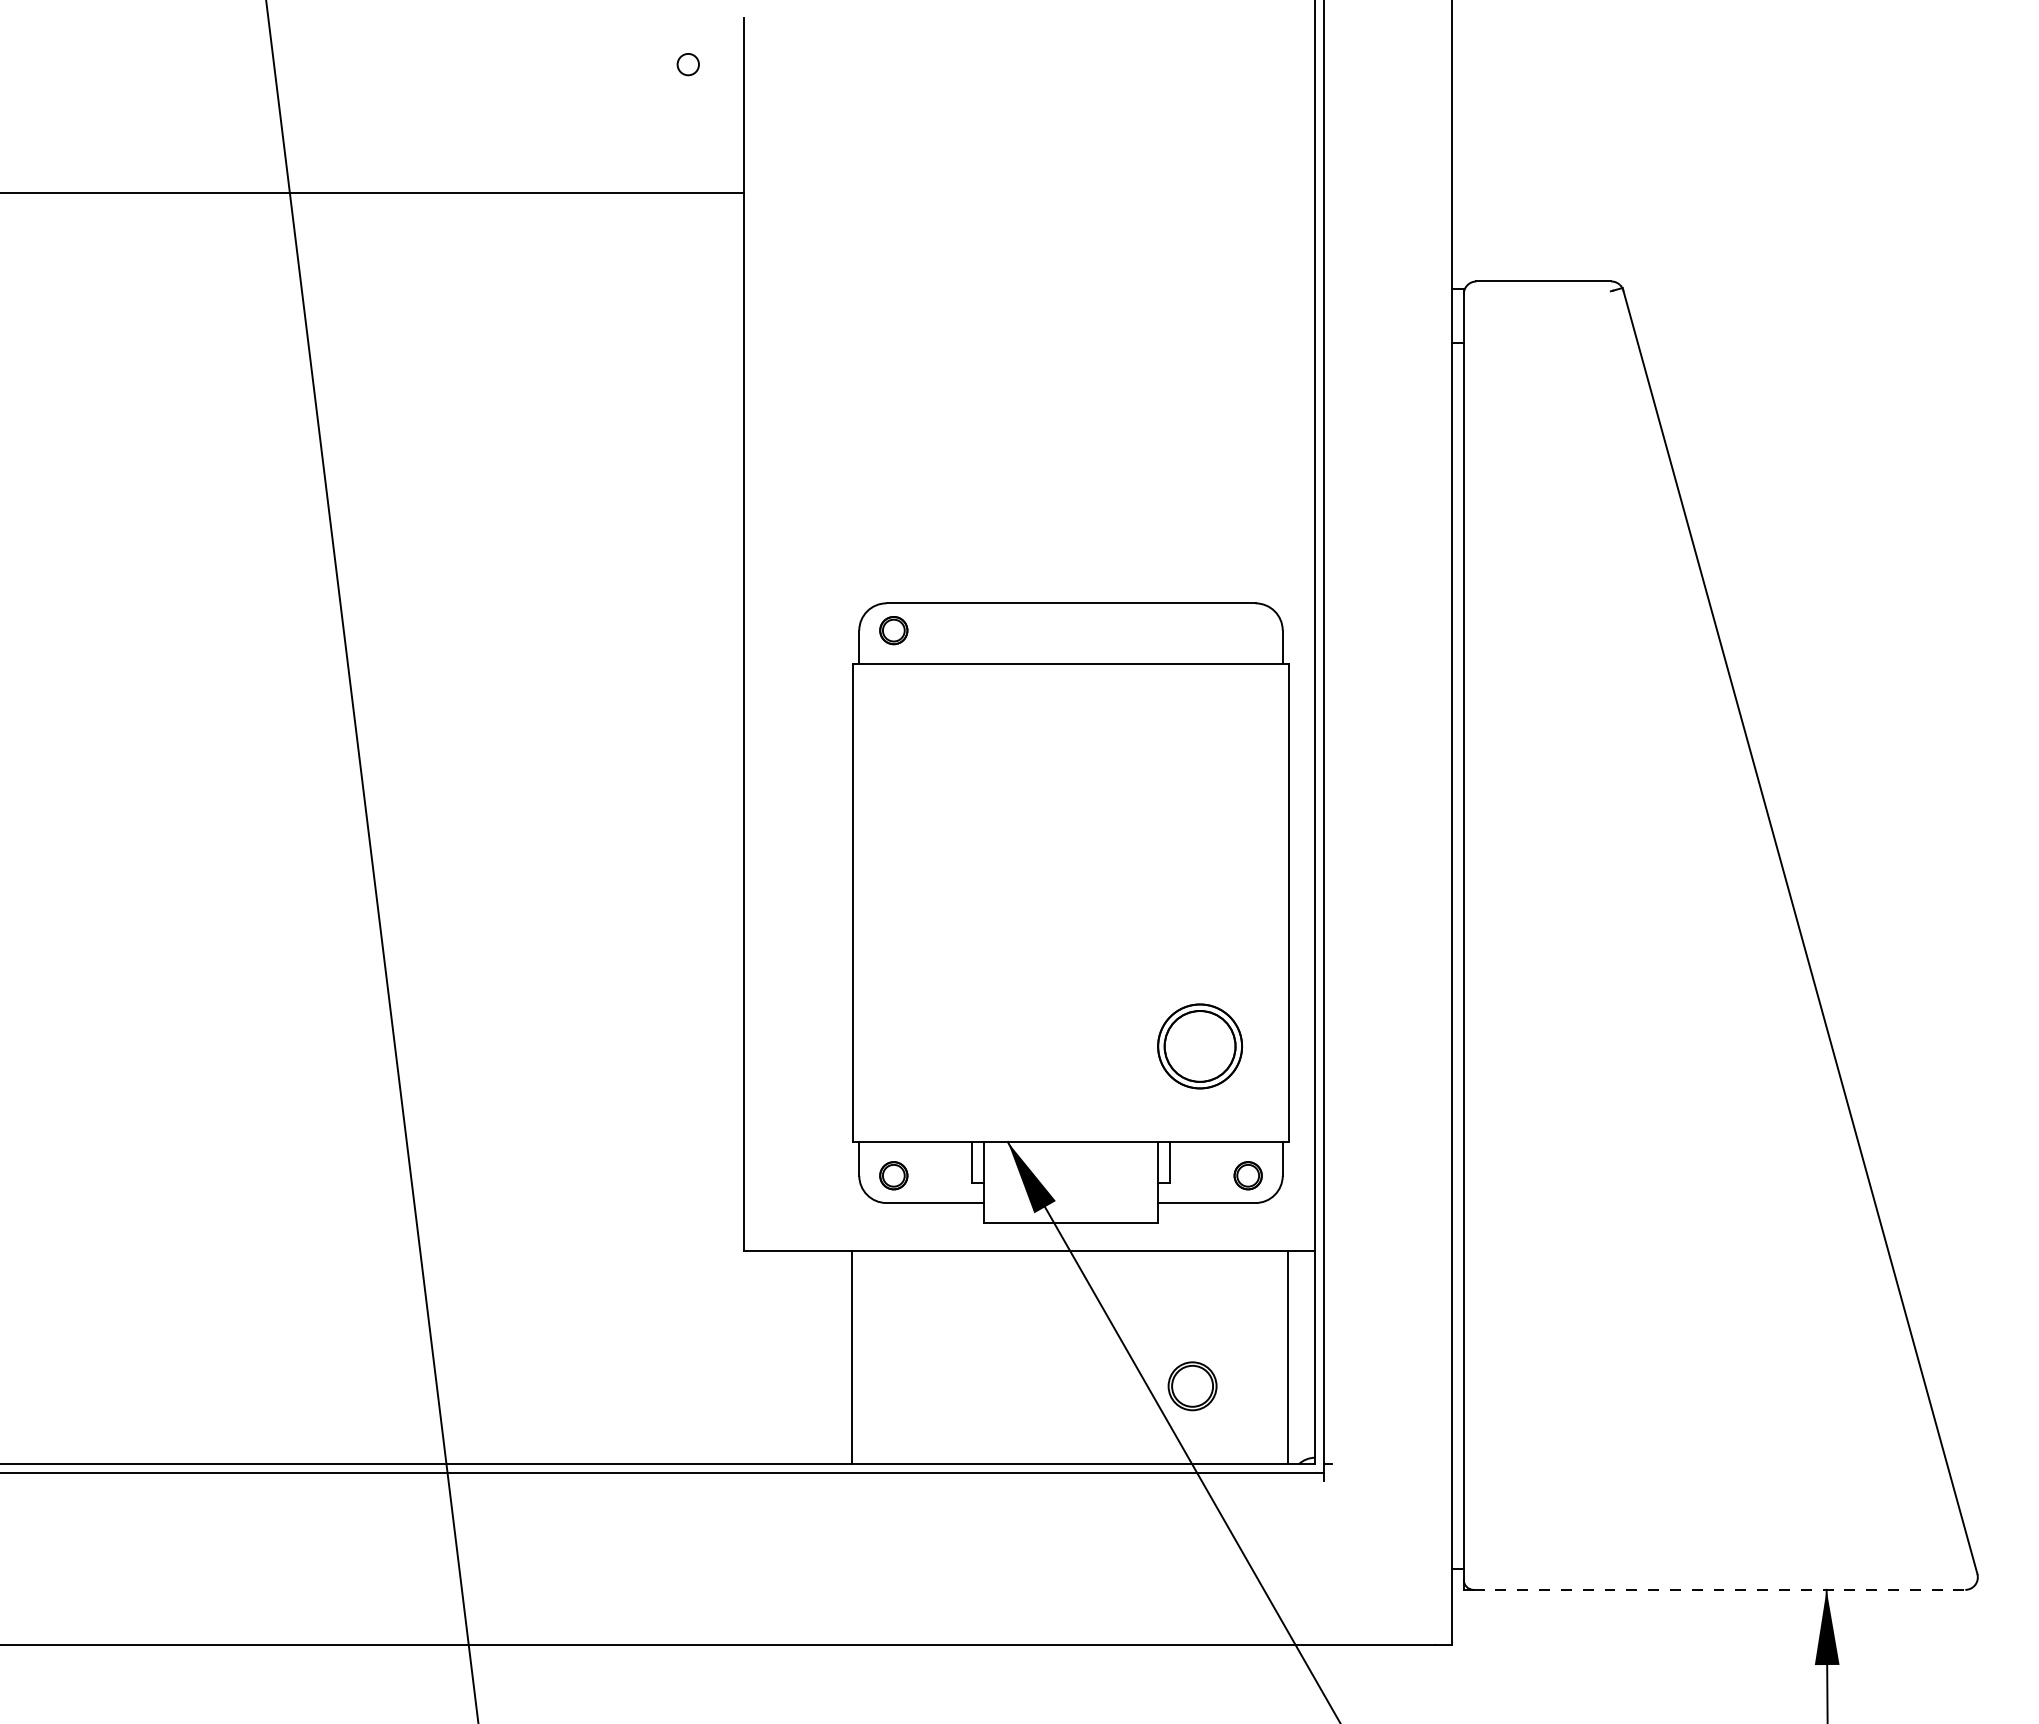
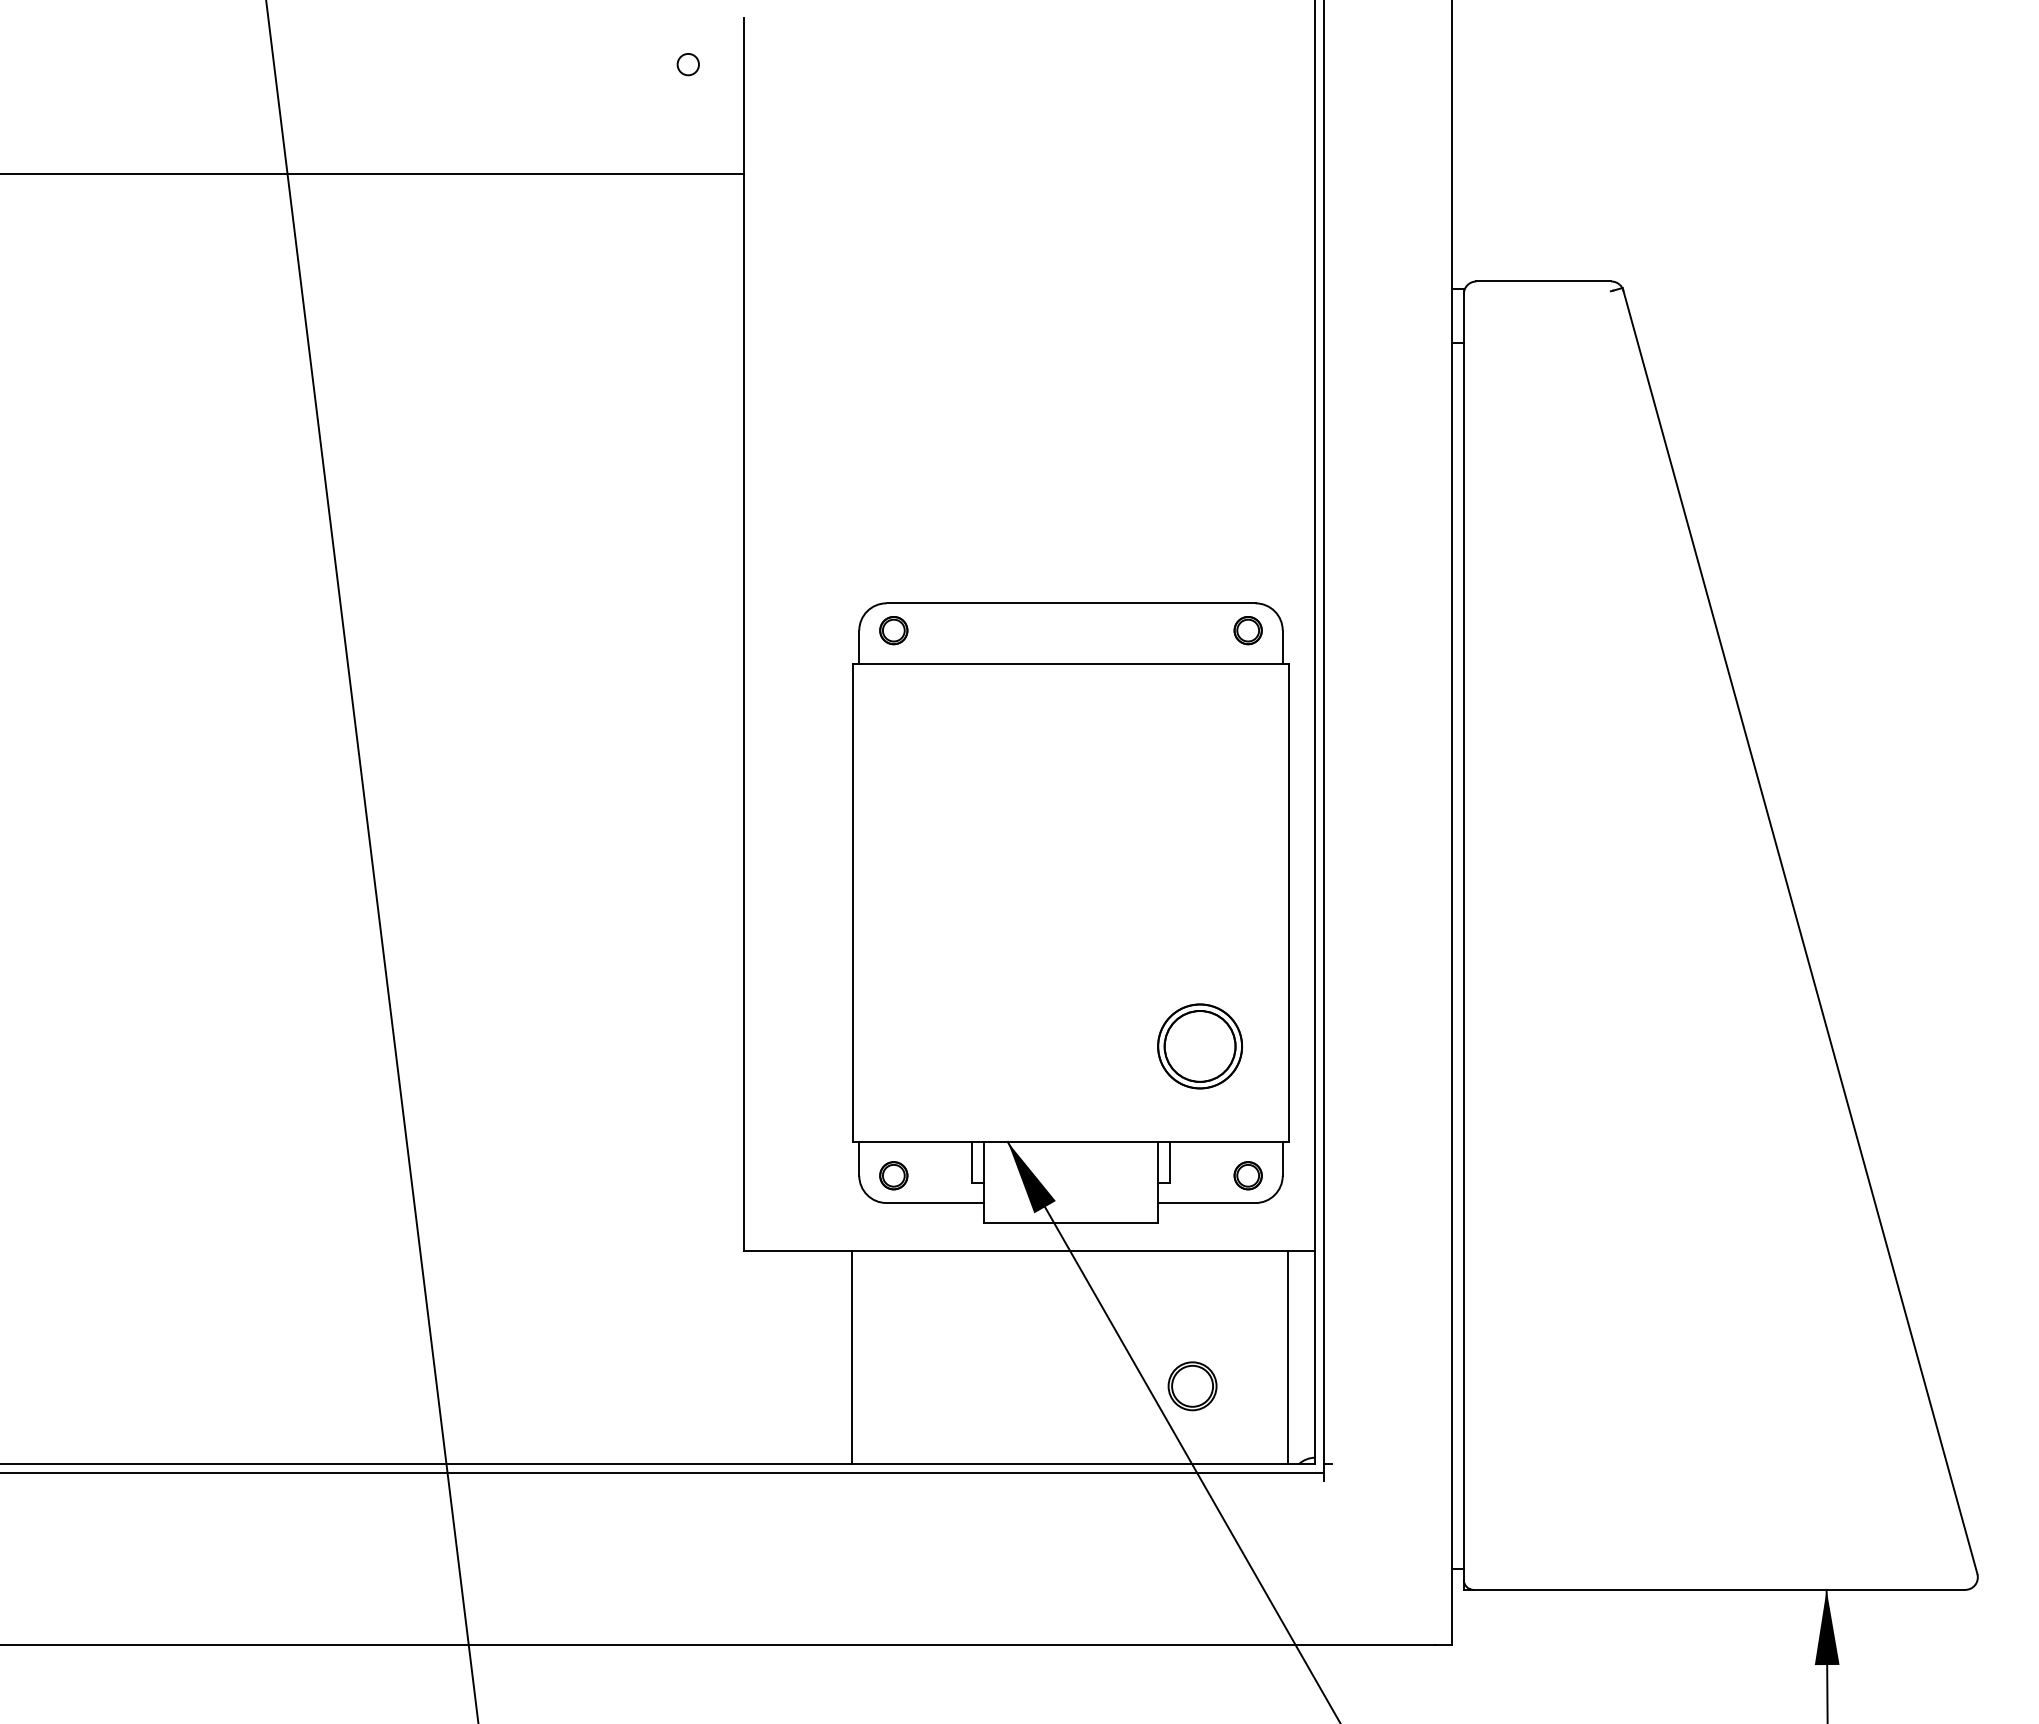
line at (372, 192) position: (372, 192) -> (372, 173)
part at (1247, 630): none -> present
line at (1719, 1589): dashed -> solid
